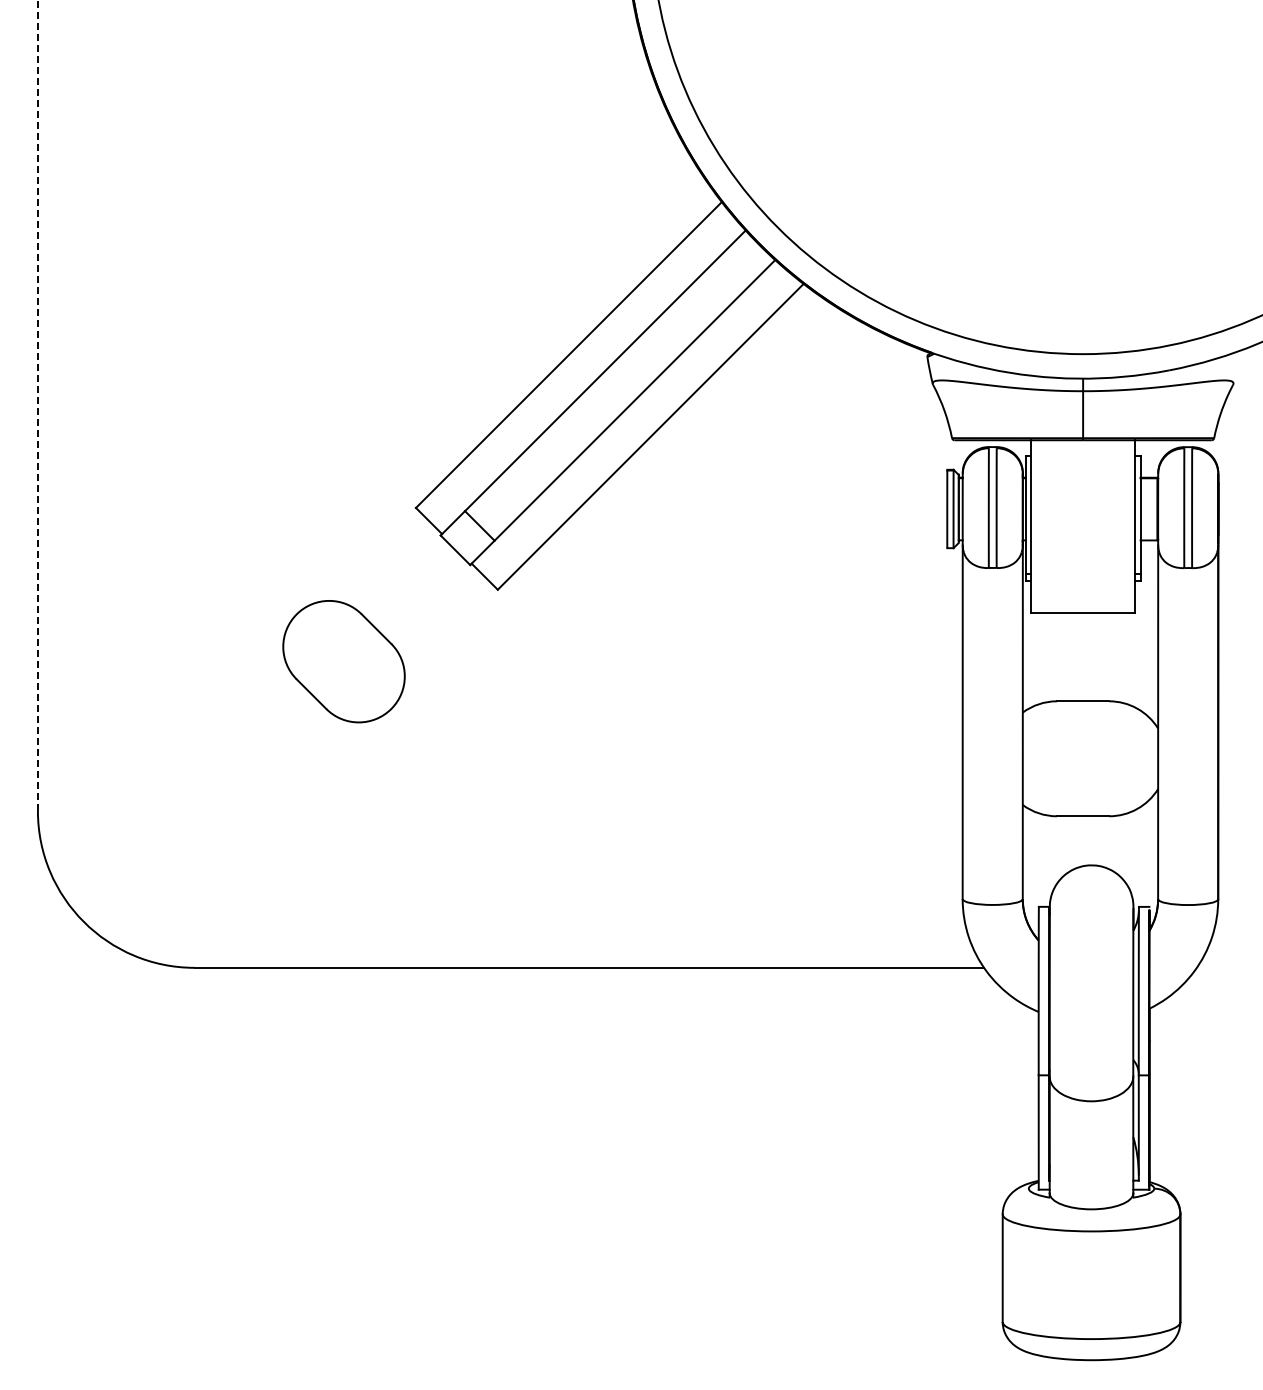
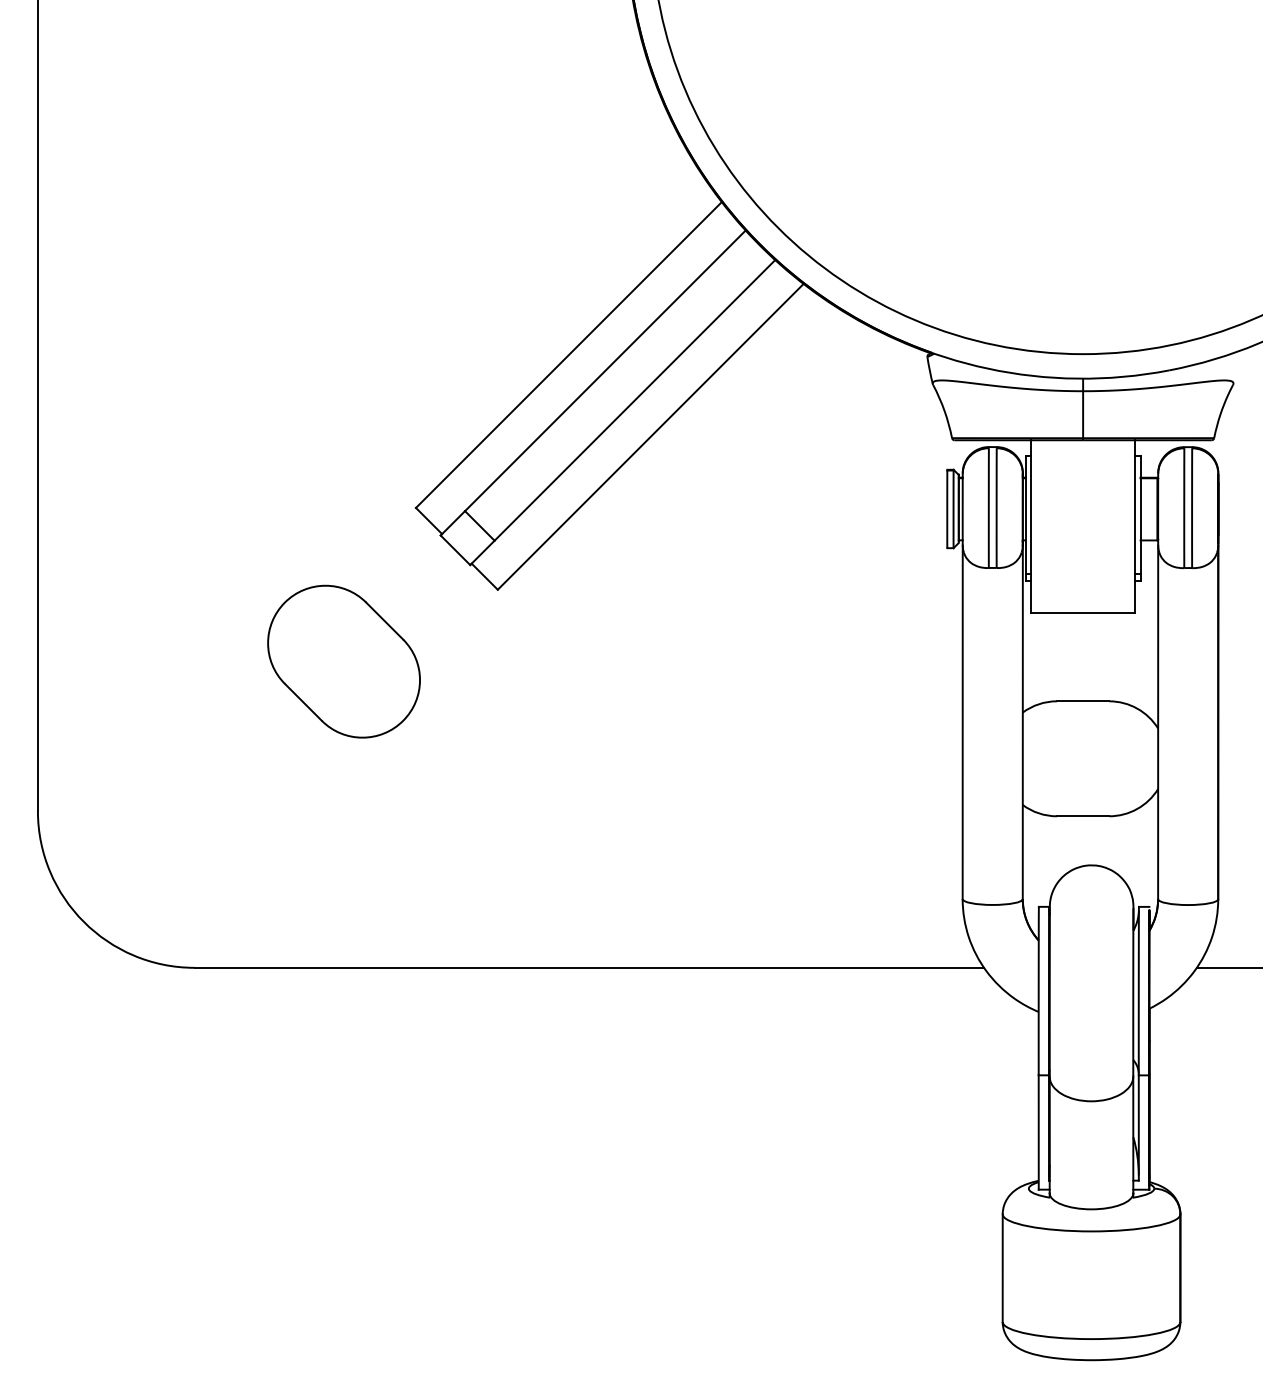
line at (37, 405): dashed -> solid
part at (343, 661) size: 124x124 px -> 154x155 px
line at (1227, 967): none -> present
